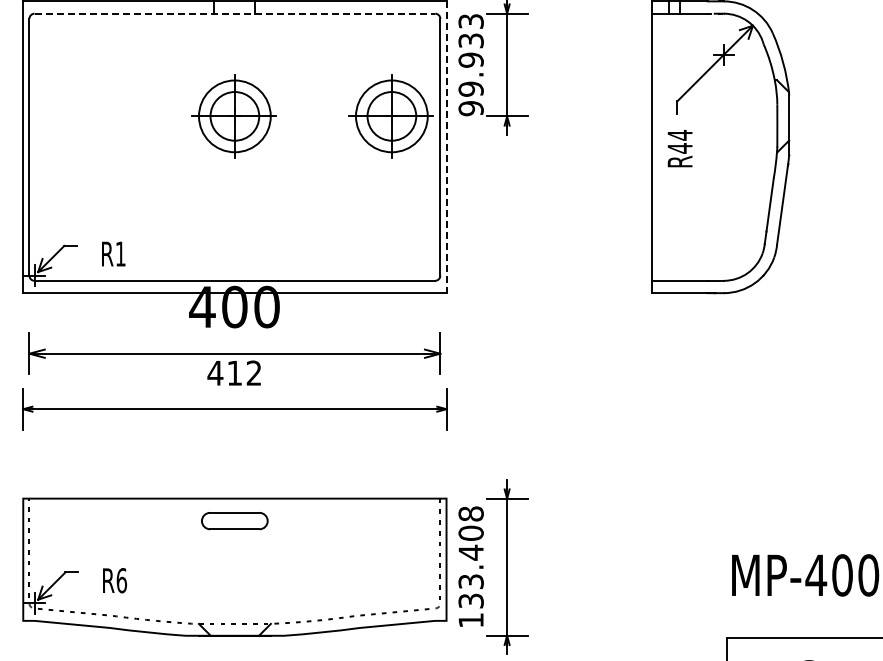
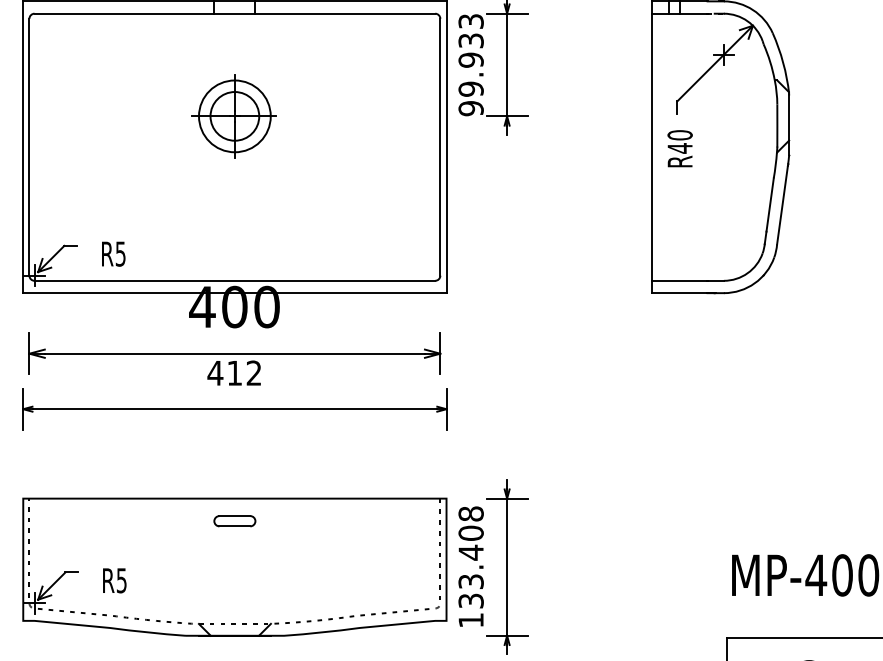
line at (235, 13): dashed -> solid
part at (390, 116): present -> none
text at (679, 134): R44 -> R40
line at (446, 147): dashed -> solid
text at (120, 253): R1 -> R5
part at (234, 521) size: 68x19 px -> 44x13 px
text at (121, 580): R6 -> R5
